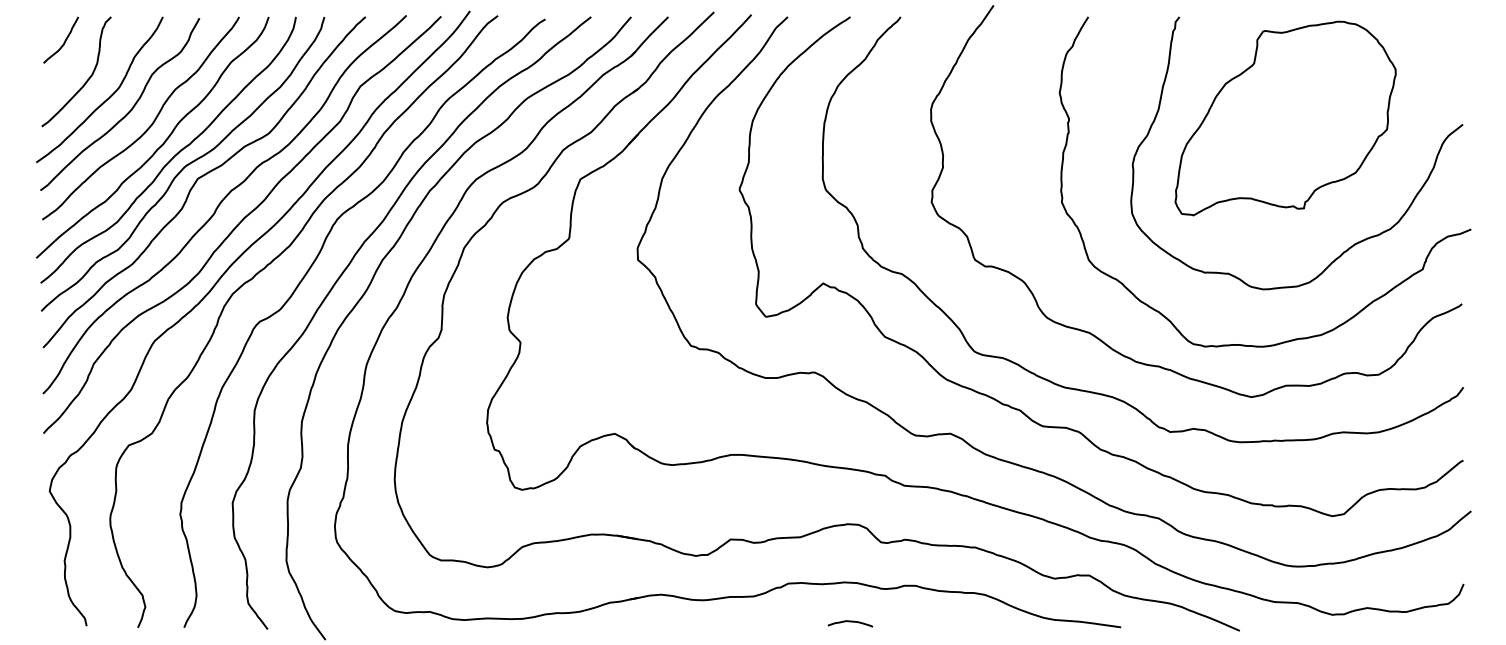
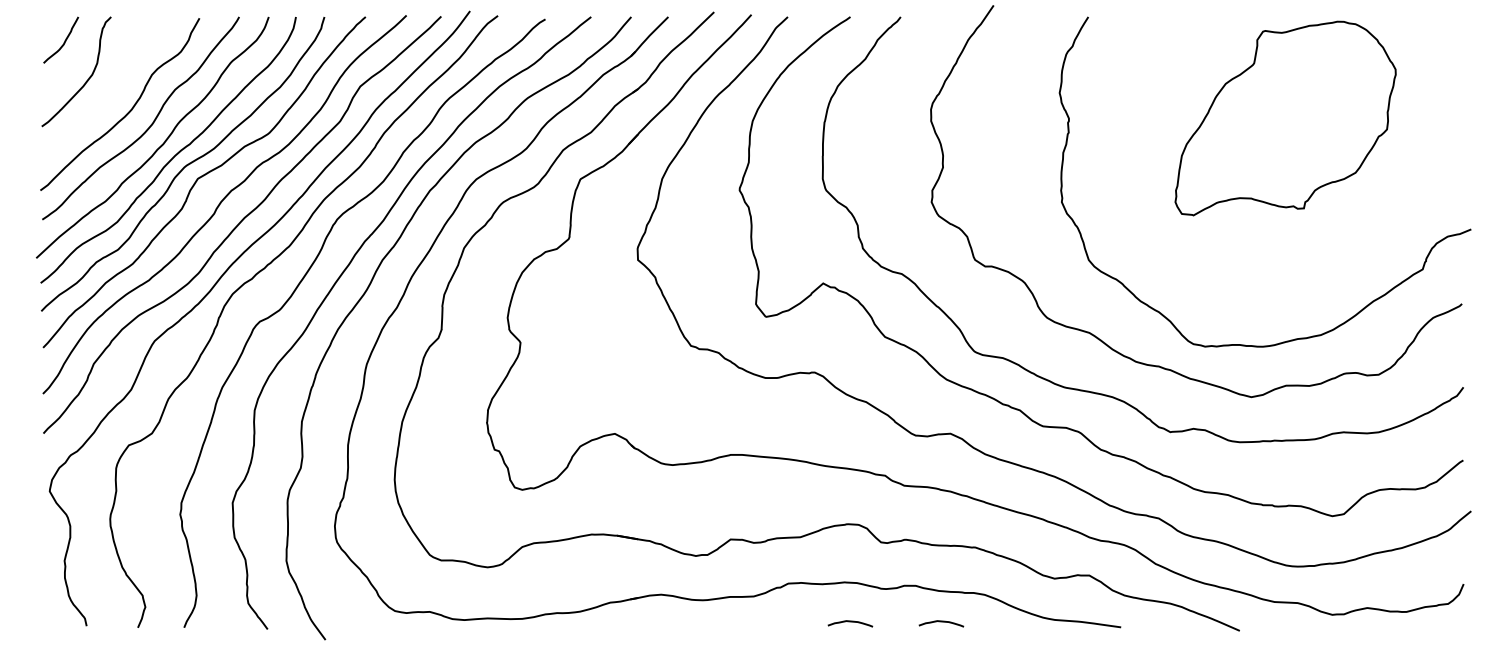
curve at (108, 97): present -> none
curve at (1354, 243): present -> none
curve at (941, 622): none -> present
